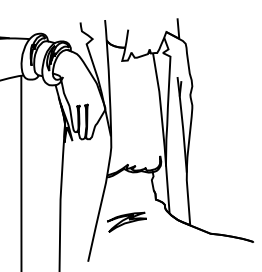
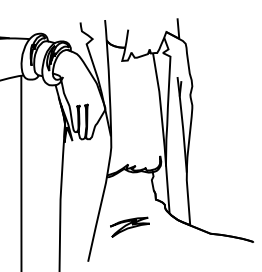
part at (126, 221) position: (126, 221) -> (129, 226)
